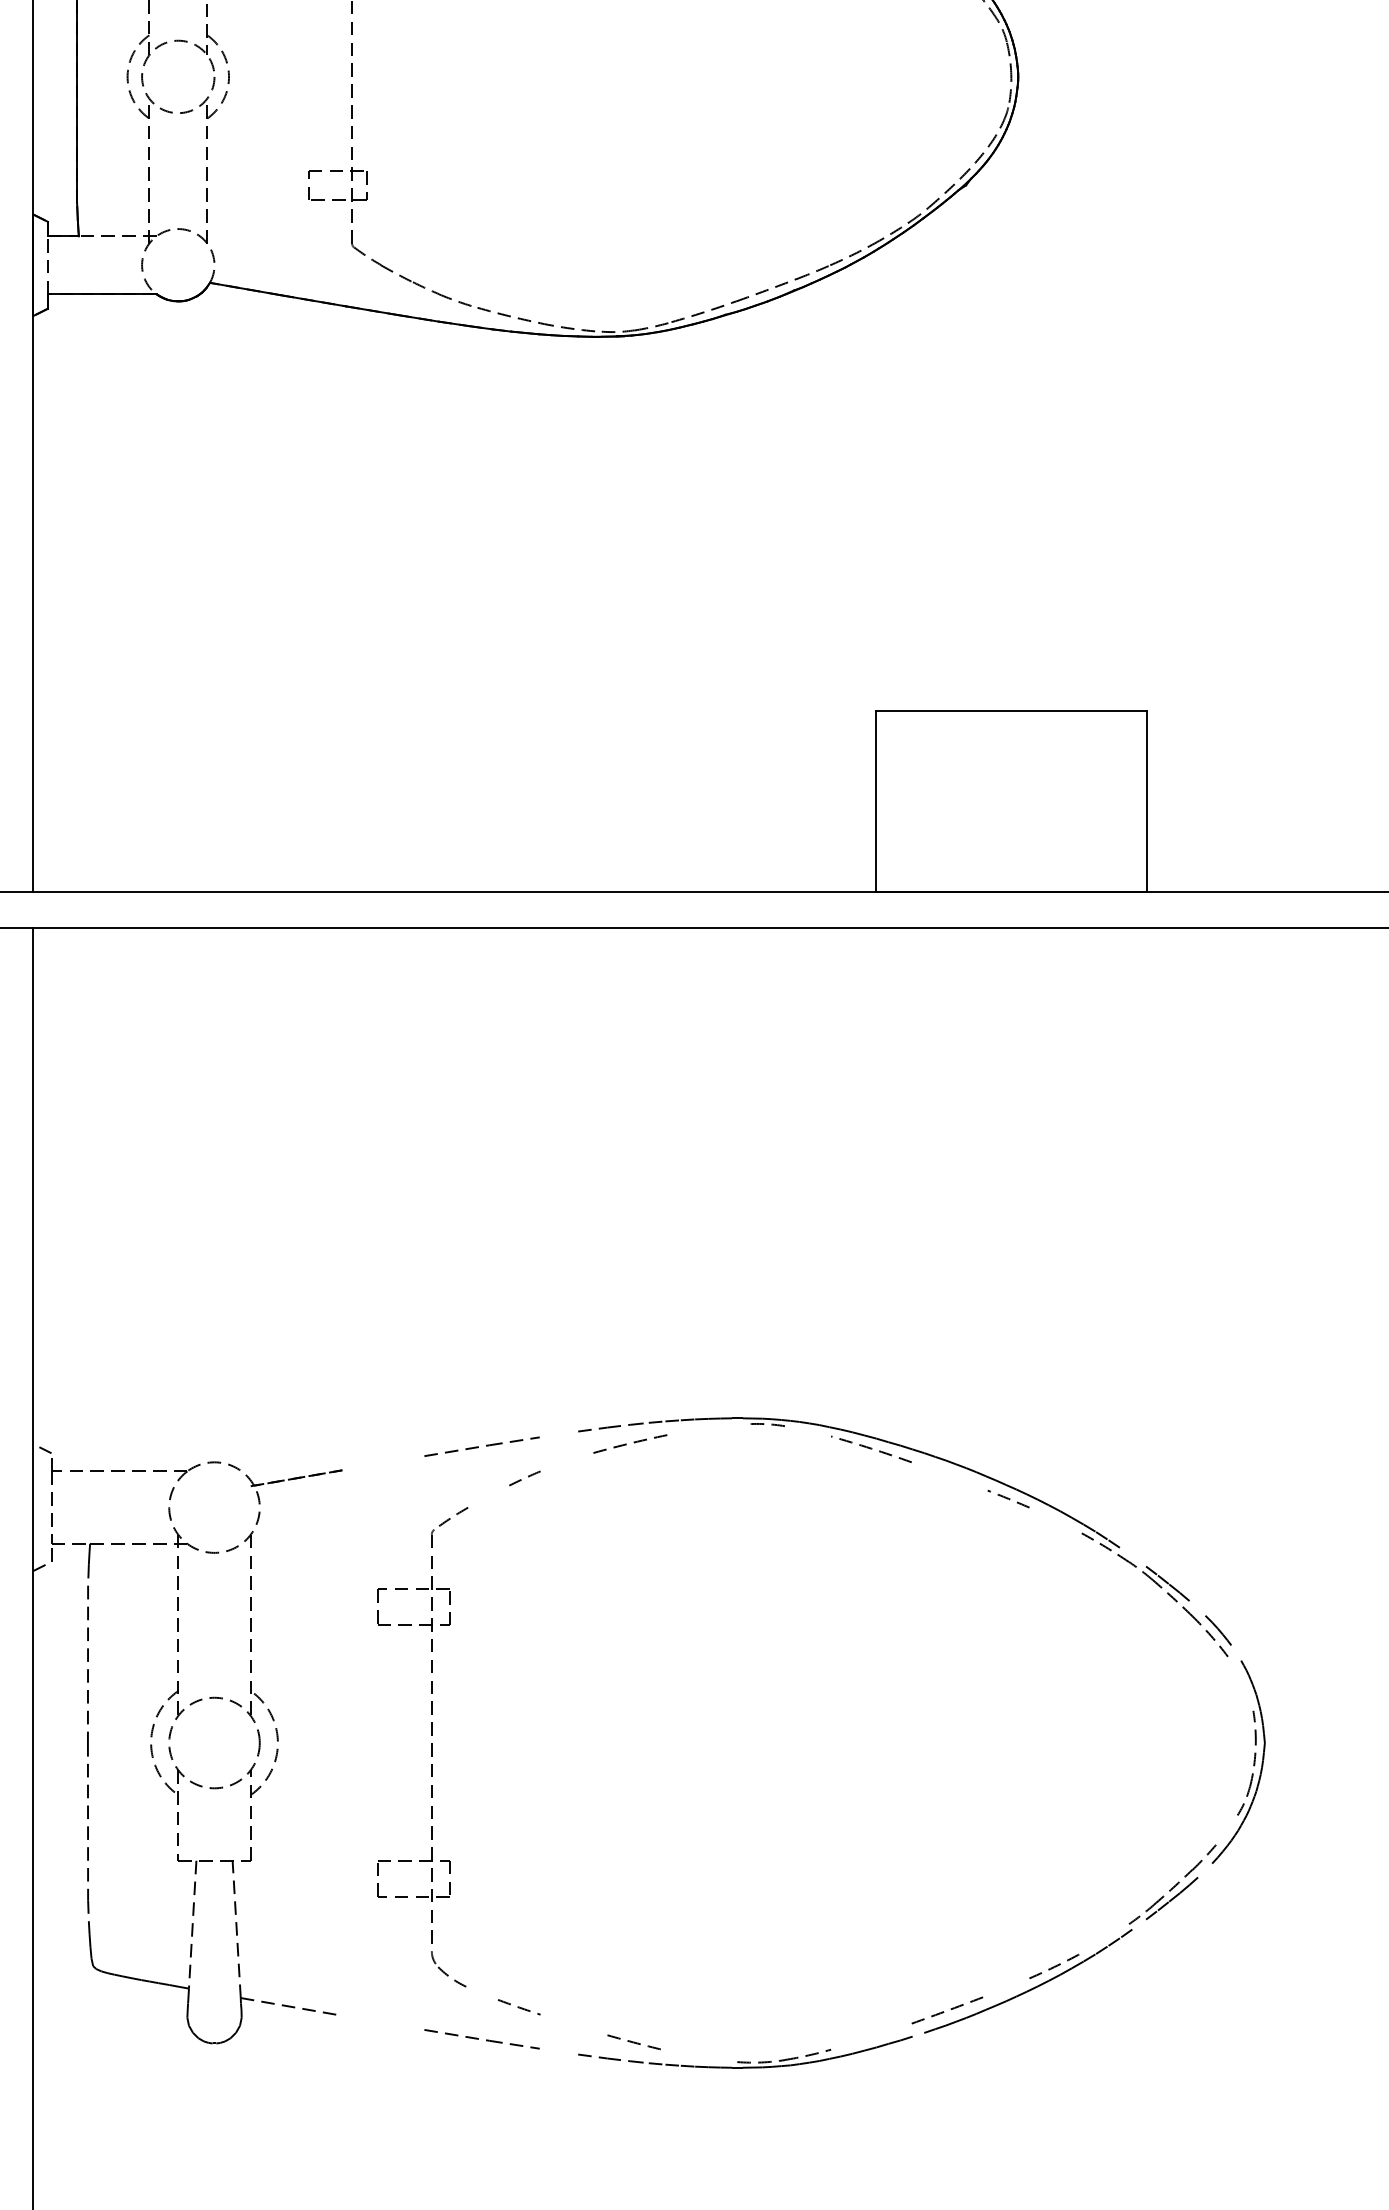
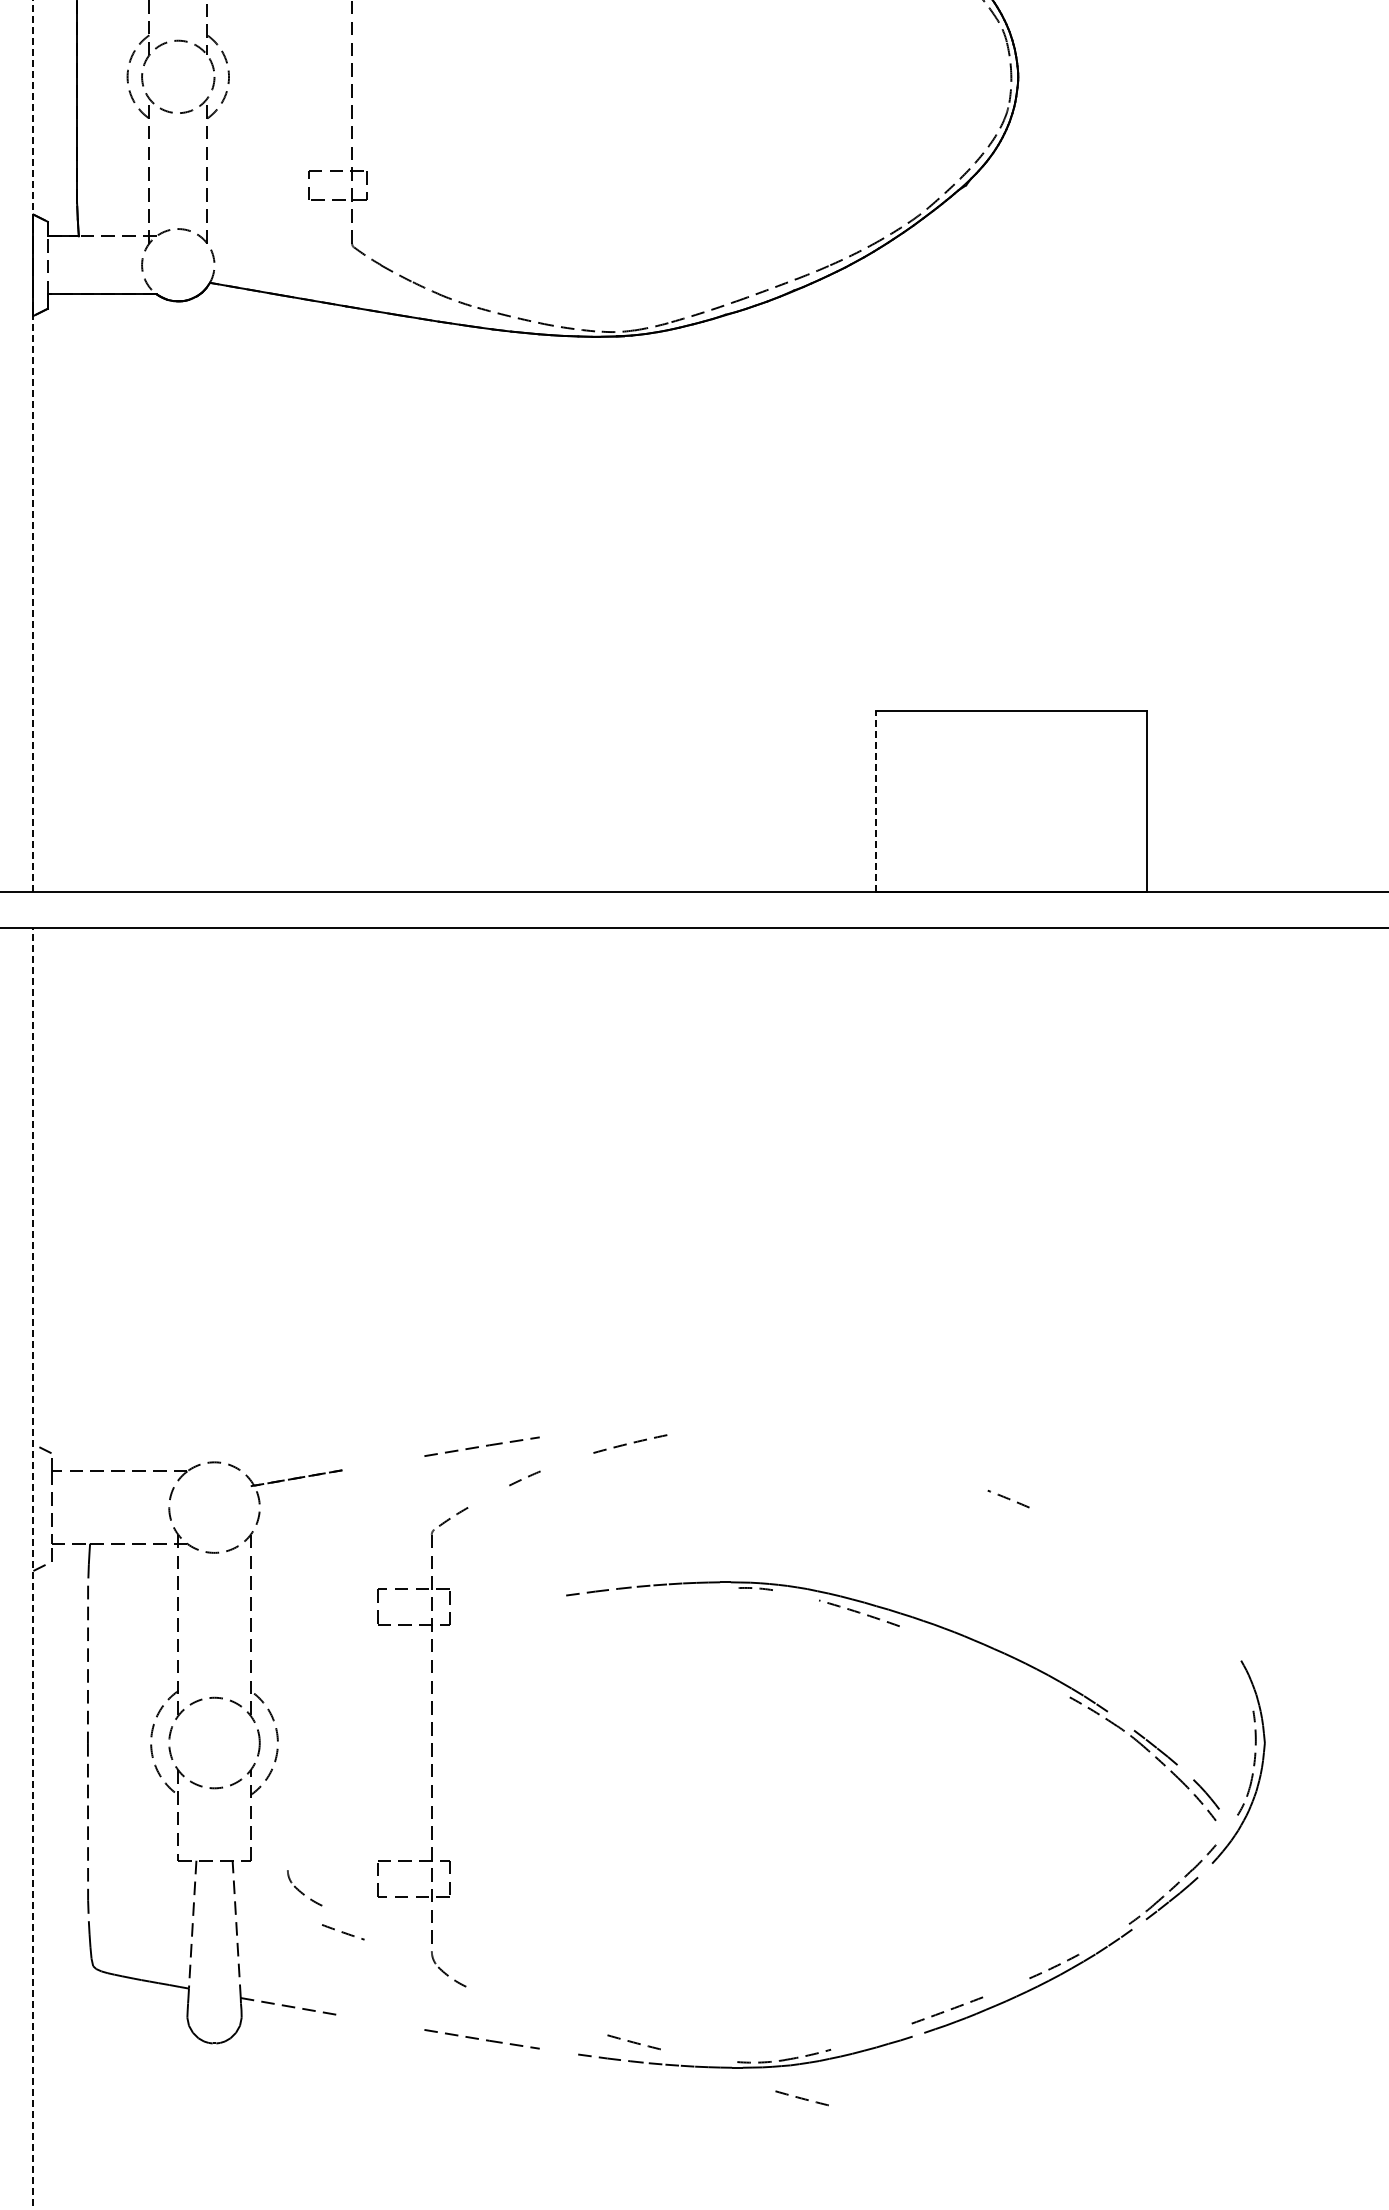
line at (33, 445): solid -> dashed
line at (875, 801): solid -> dashed
part at (908, 1462) position: (908, 1462) -> (896, 1626)
line at (33, 1568): solid -> dashed
part at (304, 1888): none -> present
arc at (519, 2007) position: (519, 2007) -> (343, 1932)
arc at (801, 2098): none -> present
